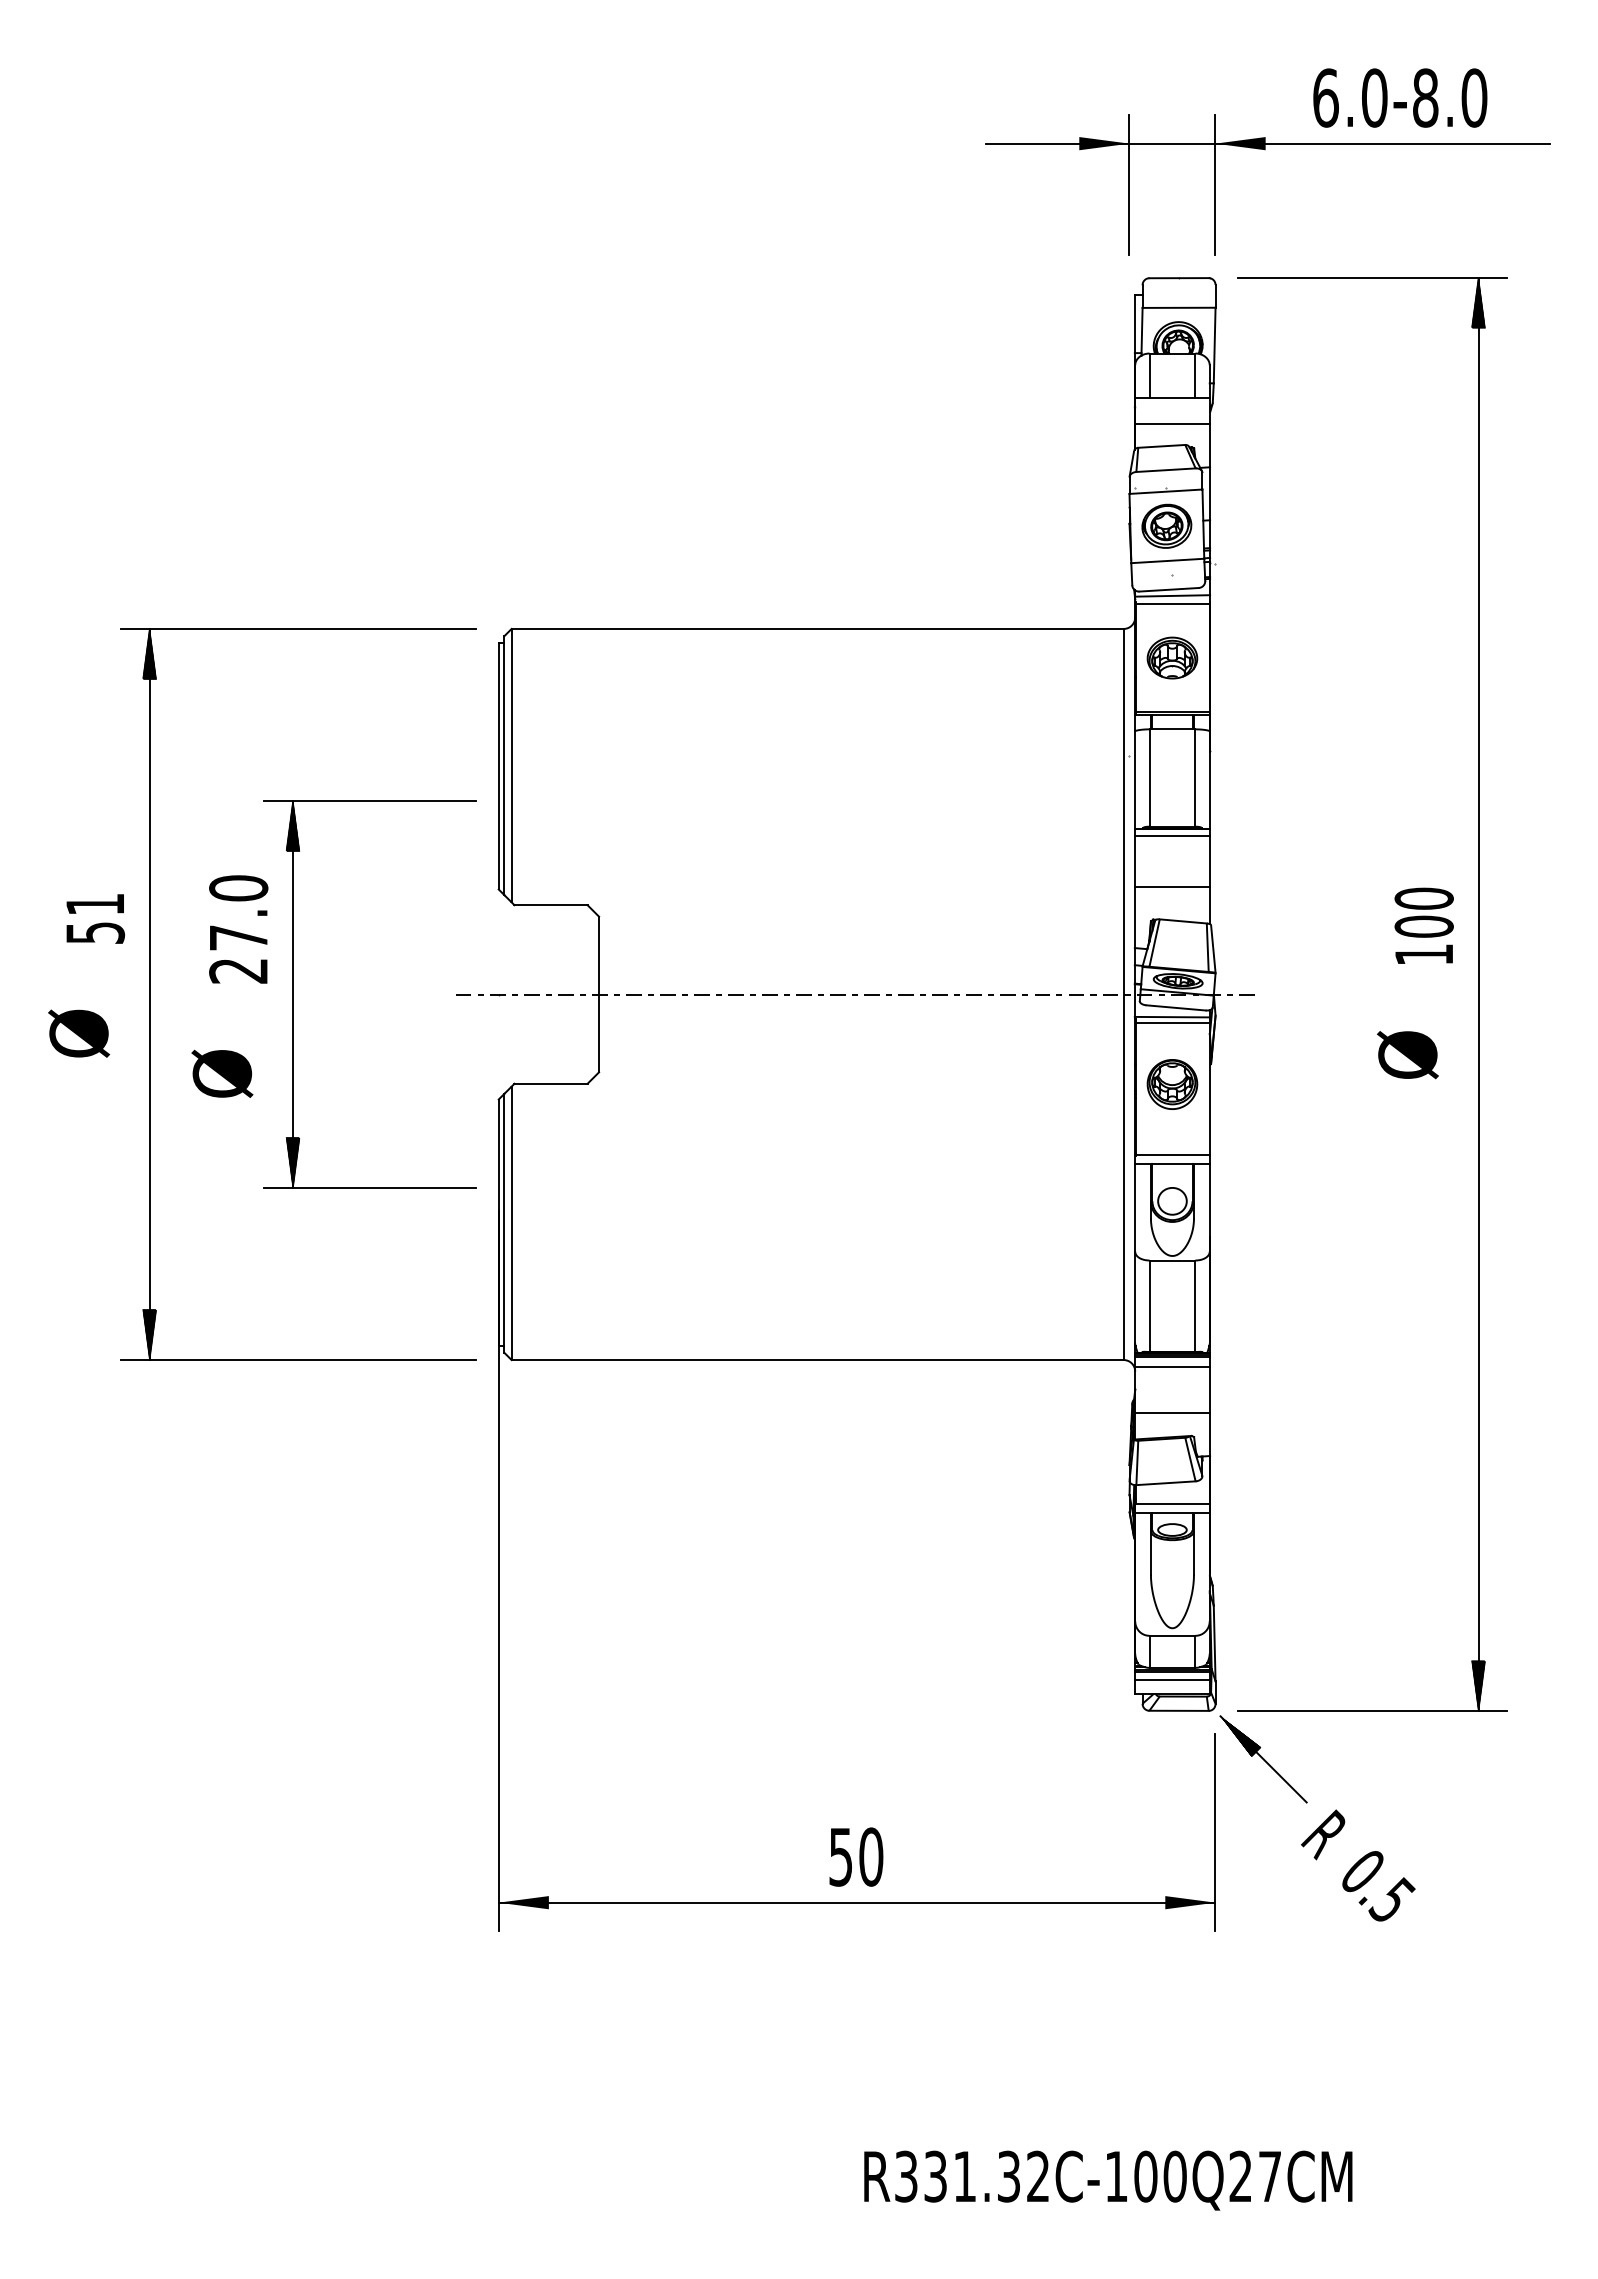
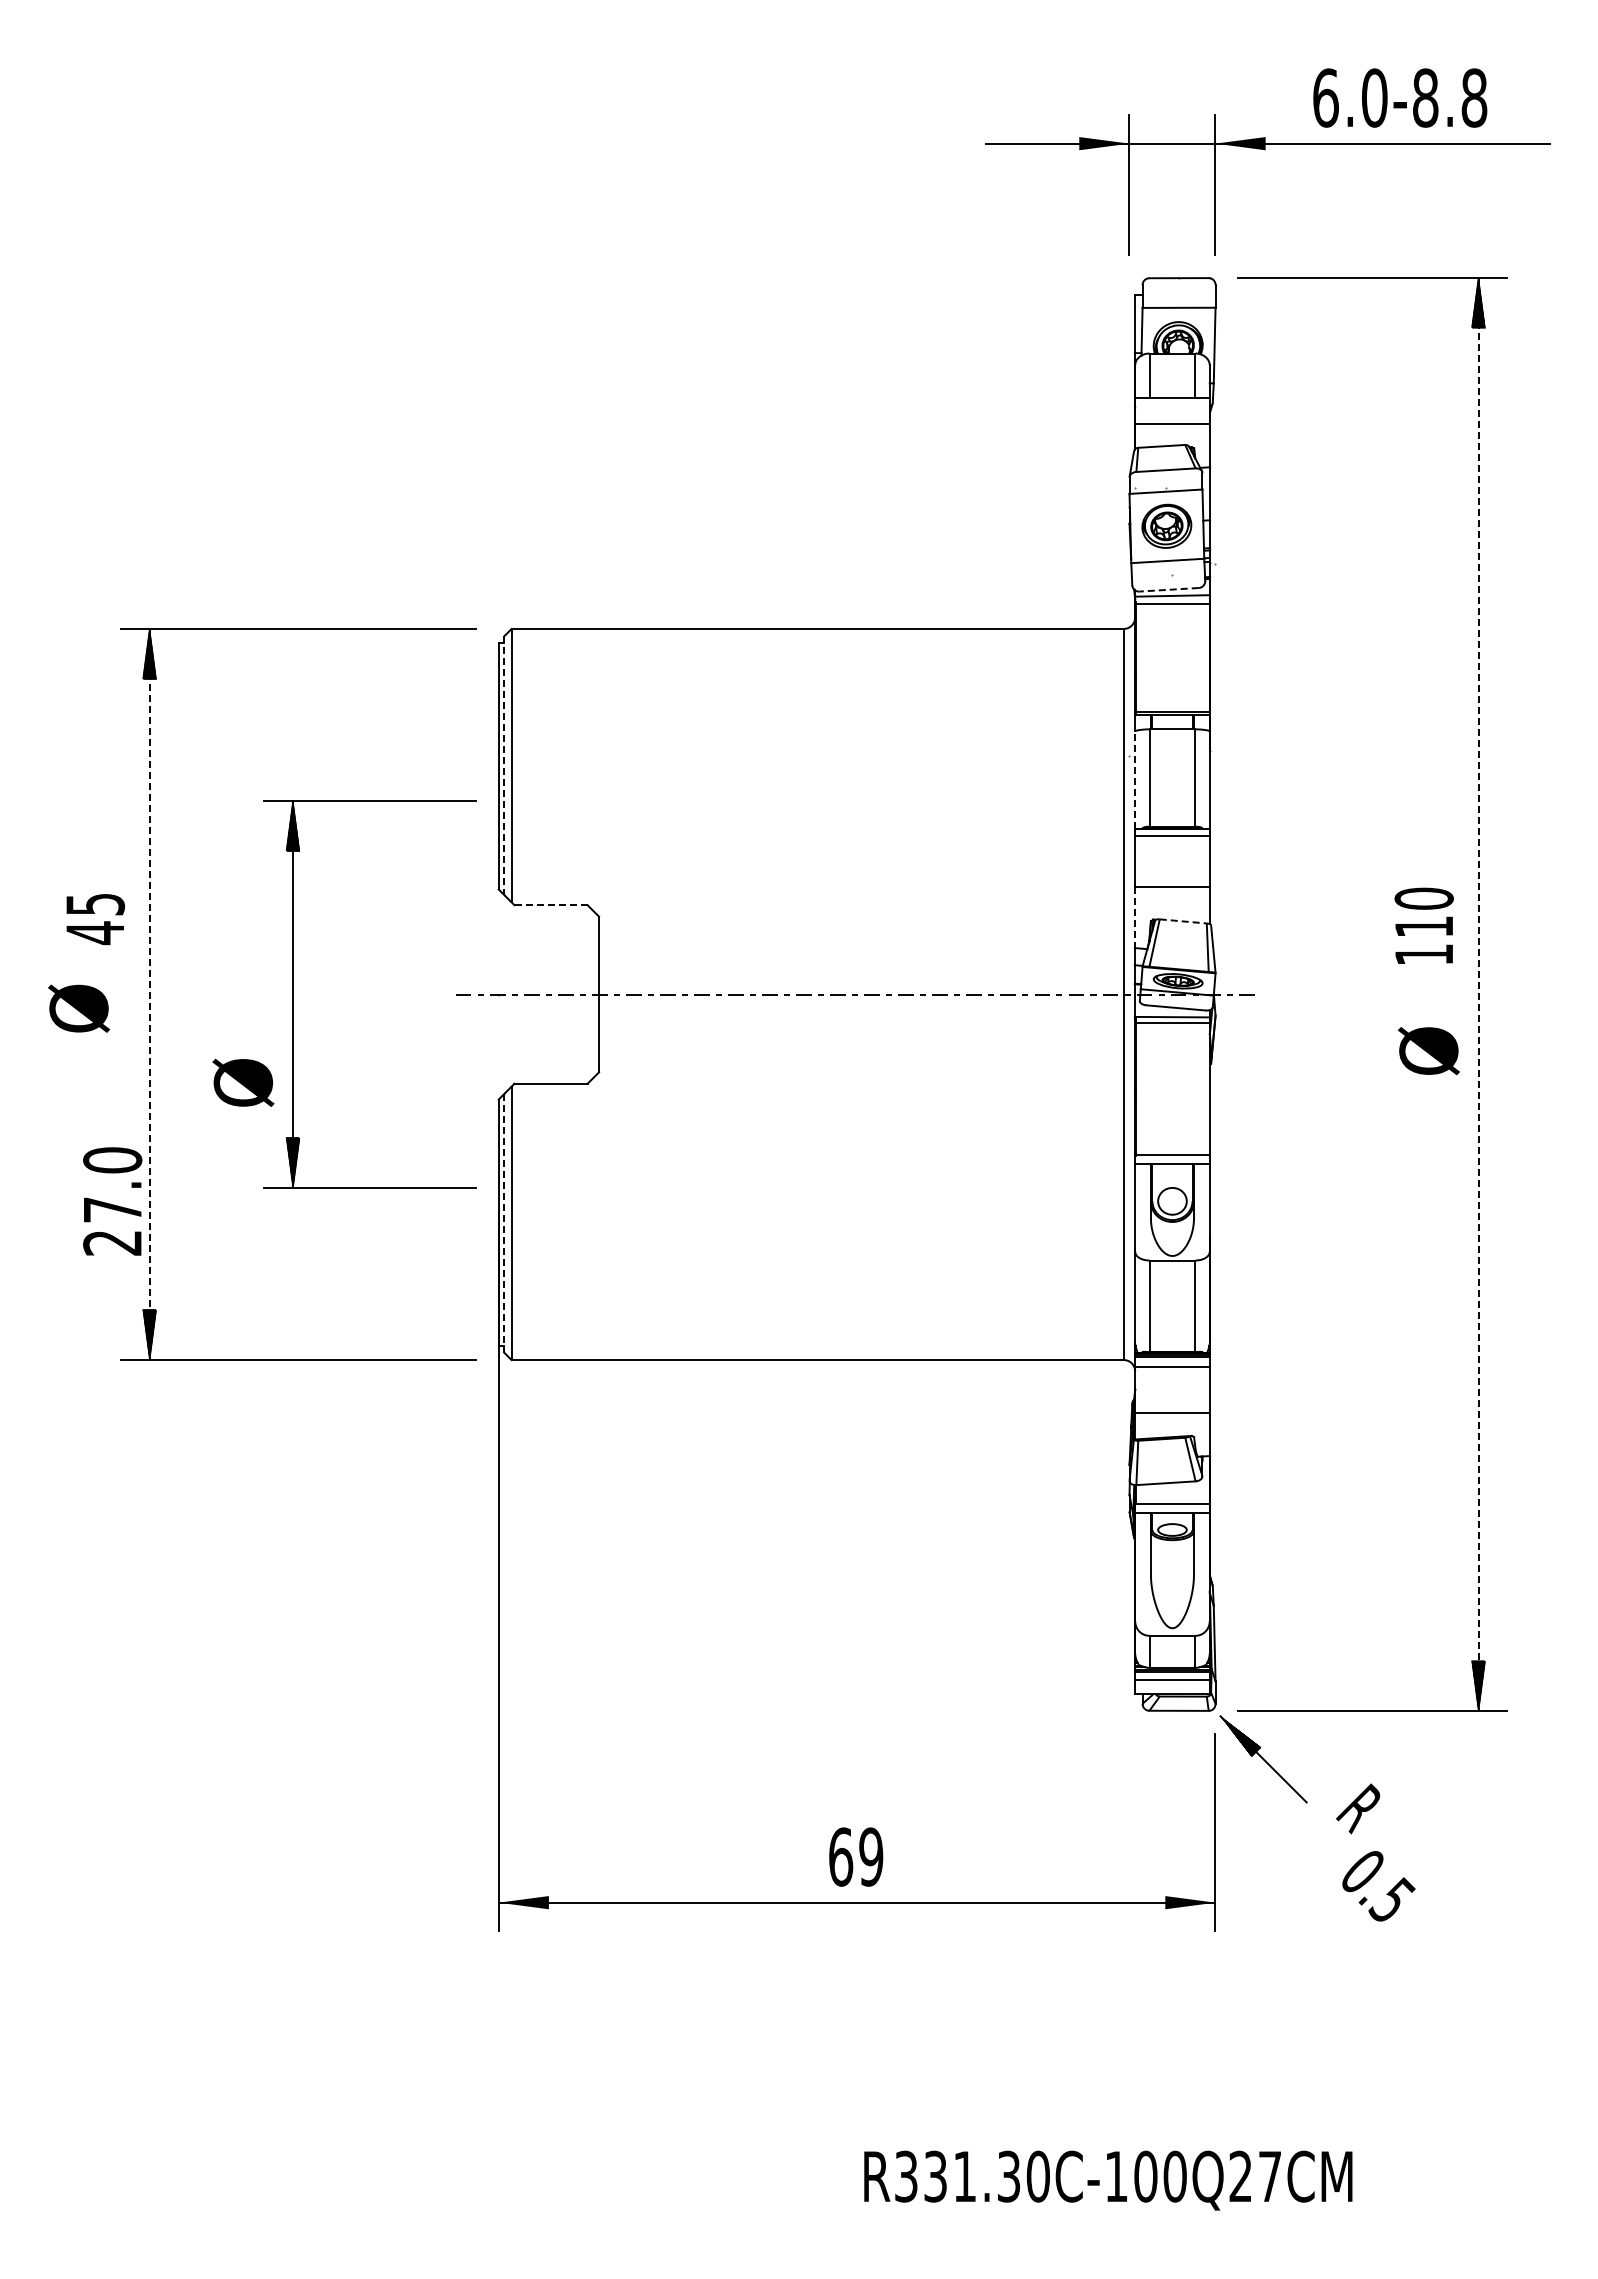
text at (1474, 97): 6.0-8.0 -> 6.0-8.8
line at (1169, 589): solid -> dashed
part at (1172, 657): present -> none
line at (504, 765): solid -> dashed
line at (1135, 780): solid -> dashed
line at (551, 905): solid -> dashed
line at (1134, 917): solid -> dashed
text at (95, 919): 51 -> 45
line at (1183, 921): solid -> dashed
text at (1423, 926): 100 -> 110
text at (238, 929) position: (238, 929) -> (112, 1201)
line at (149, 994): solid -> dashed
line at (1478, 994): solid -> dashed
text at (79, 1033) position: (79, 1033) -> (79, 1008)
text at (1407, 1055) position: (1407, 1055) -> (1428, 1051)
text at (222, 1073) position: (222, 1073) -> (243, 1082)
part at (1172, 1084): present -> none
line at (504, 1223): solid -> dashed
text at (1323, 1834) position: (1323, 1834) -> (1358, 1808)
text at (856, 1856): 50 -> 69
text at (1037, 2176): R331.32C-100Q27CM -> R331.30C-100Q27CM
